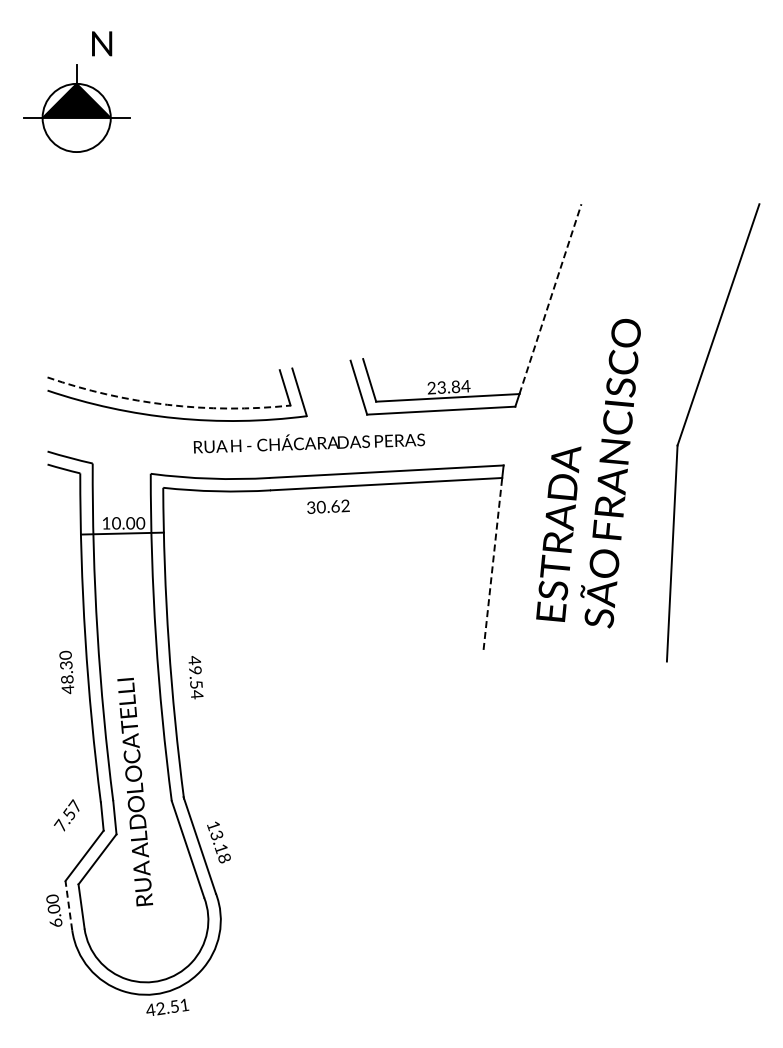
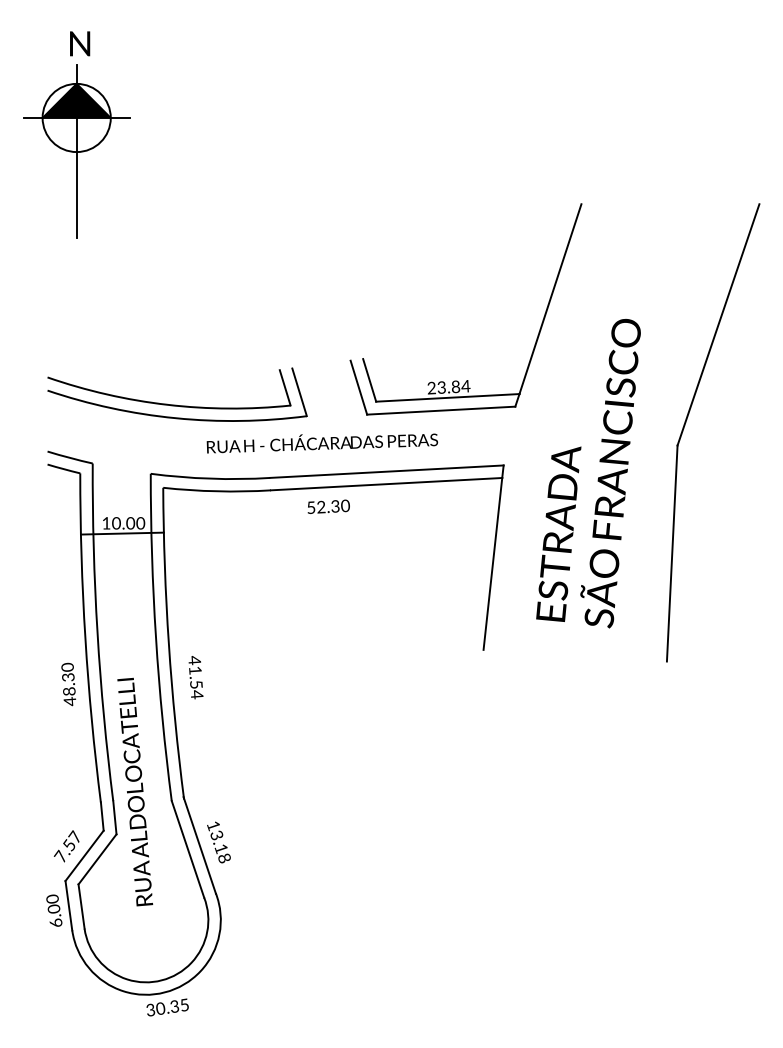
text at (102, 43) position: (102, 43) -> (80, 43)
line at (76, 177): none -> present
line at (550, 299): dashed -> solid
arc at (167, 404): dashed -> solid
text at (309, 443) position: (309, 443) -> (322, 443)
text at (328, 506): 30.62 -> 52.30
line at (492, 563): dashed -> solid
text at (195, 670): 49.54 -> 41.54
text at (66, 672) position: (66, 672) -> (68, 684)
text at (66, 815) position: (66, 815) -> (66, 846)
line at (68, 905): dashed -> solid
text at (167, 1007): 42.51 -> 30.35
